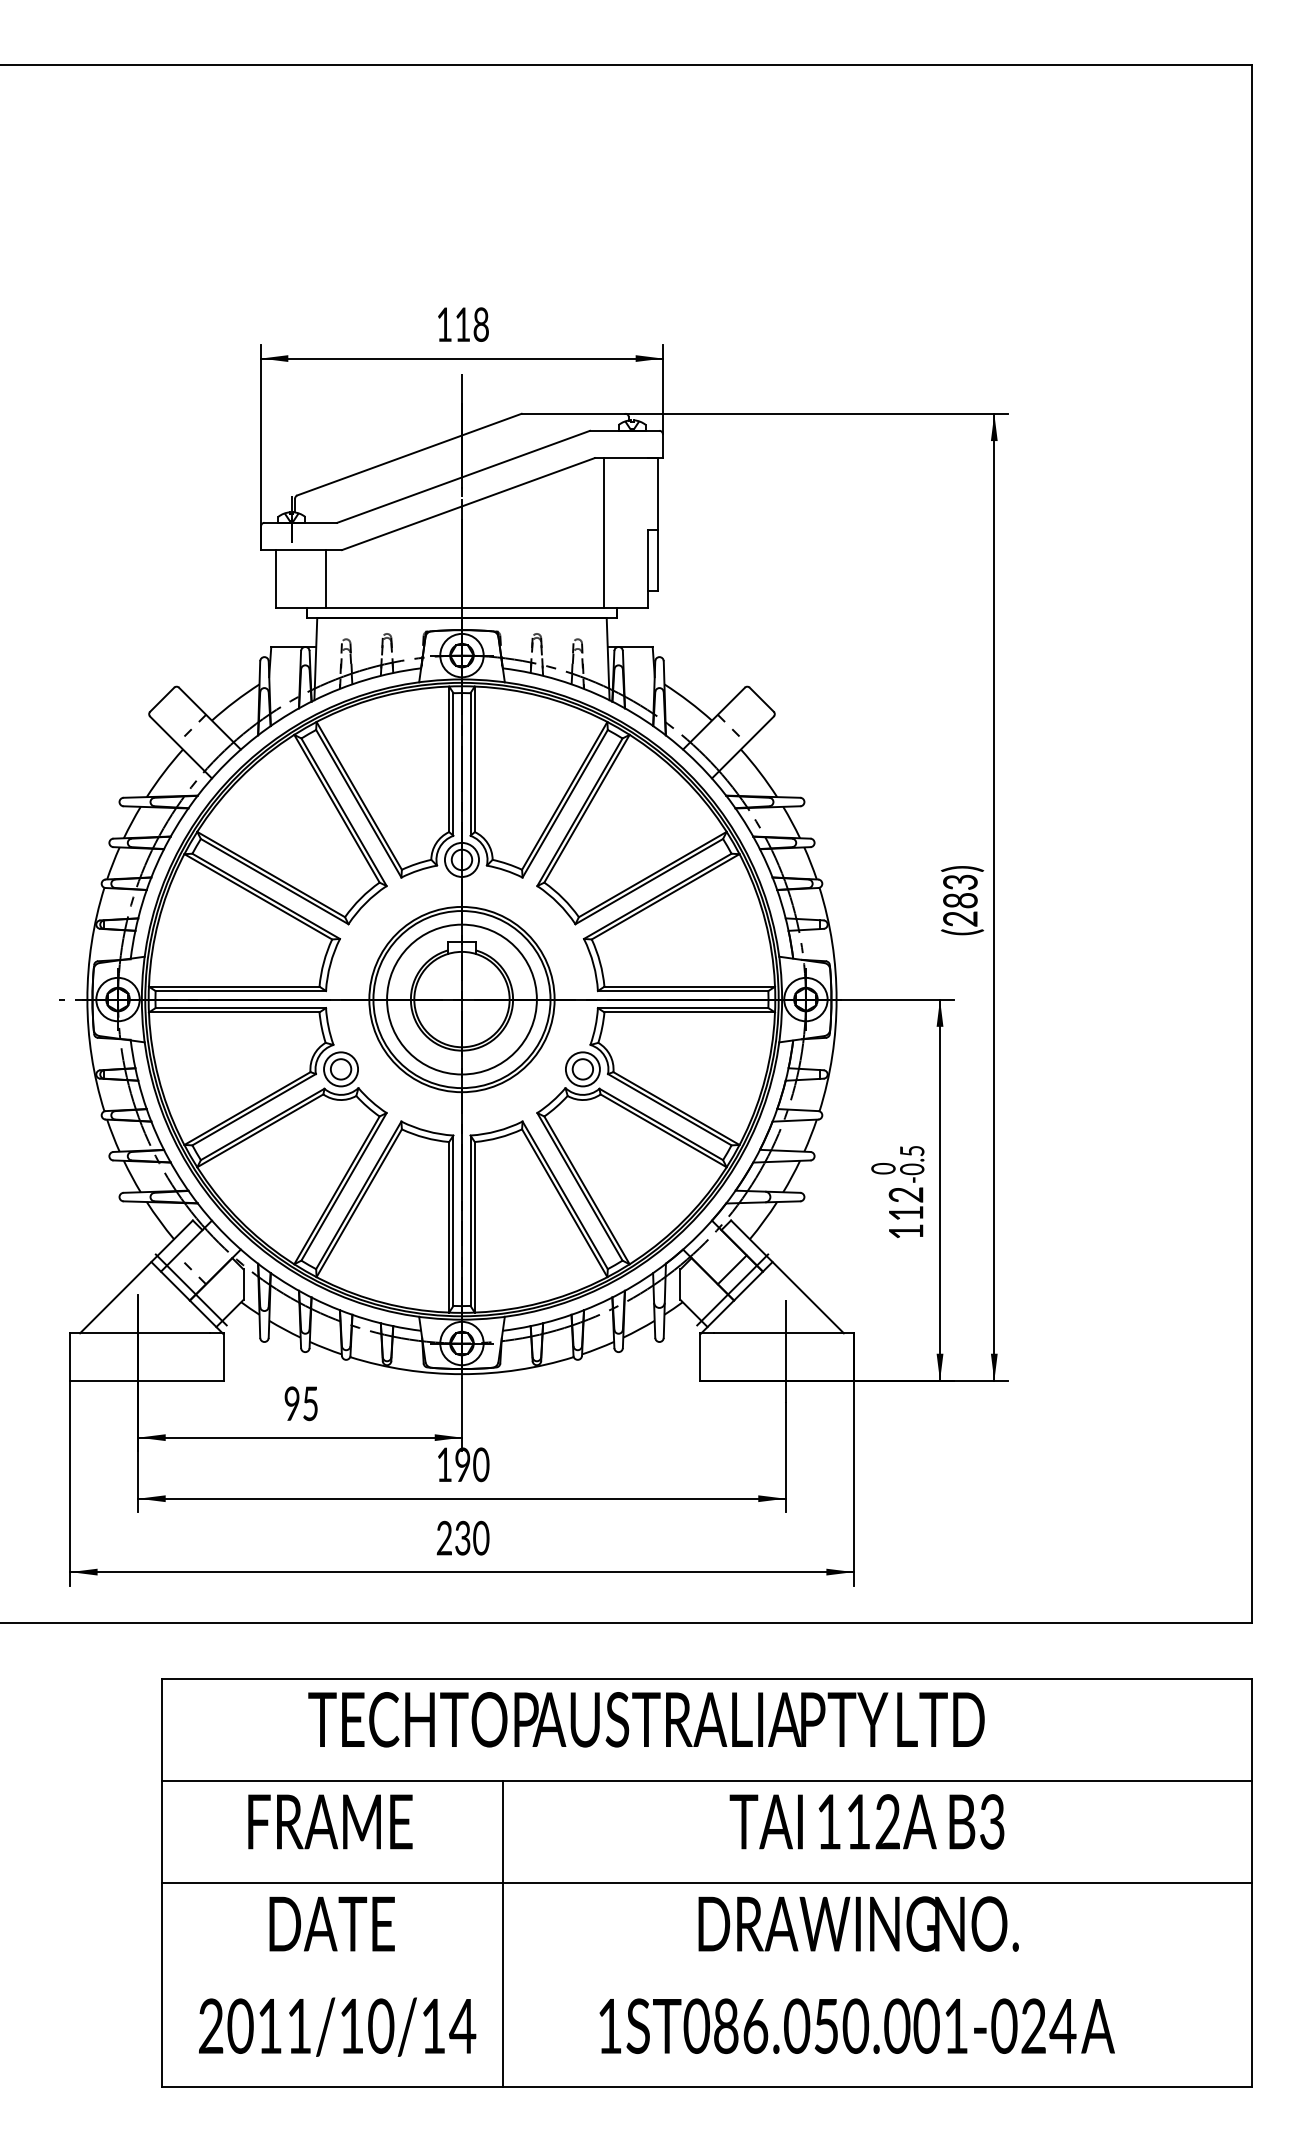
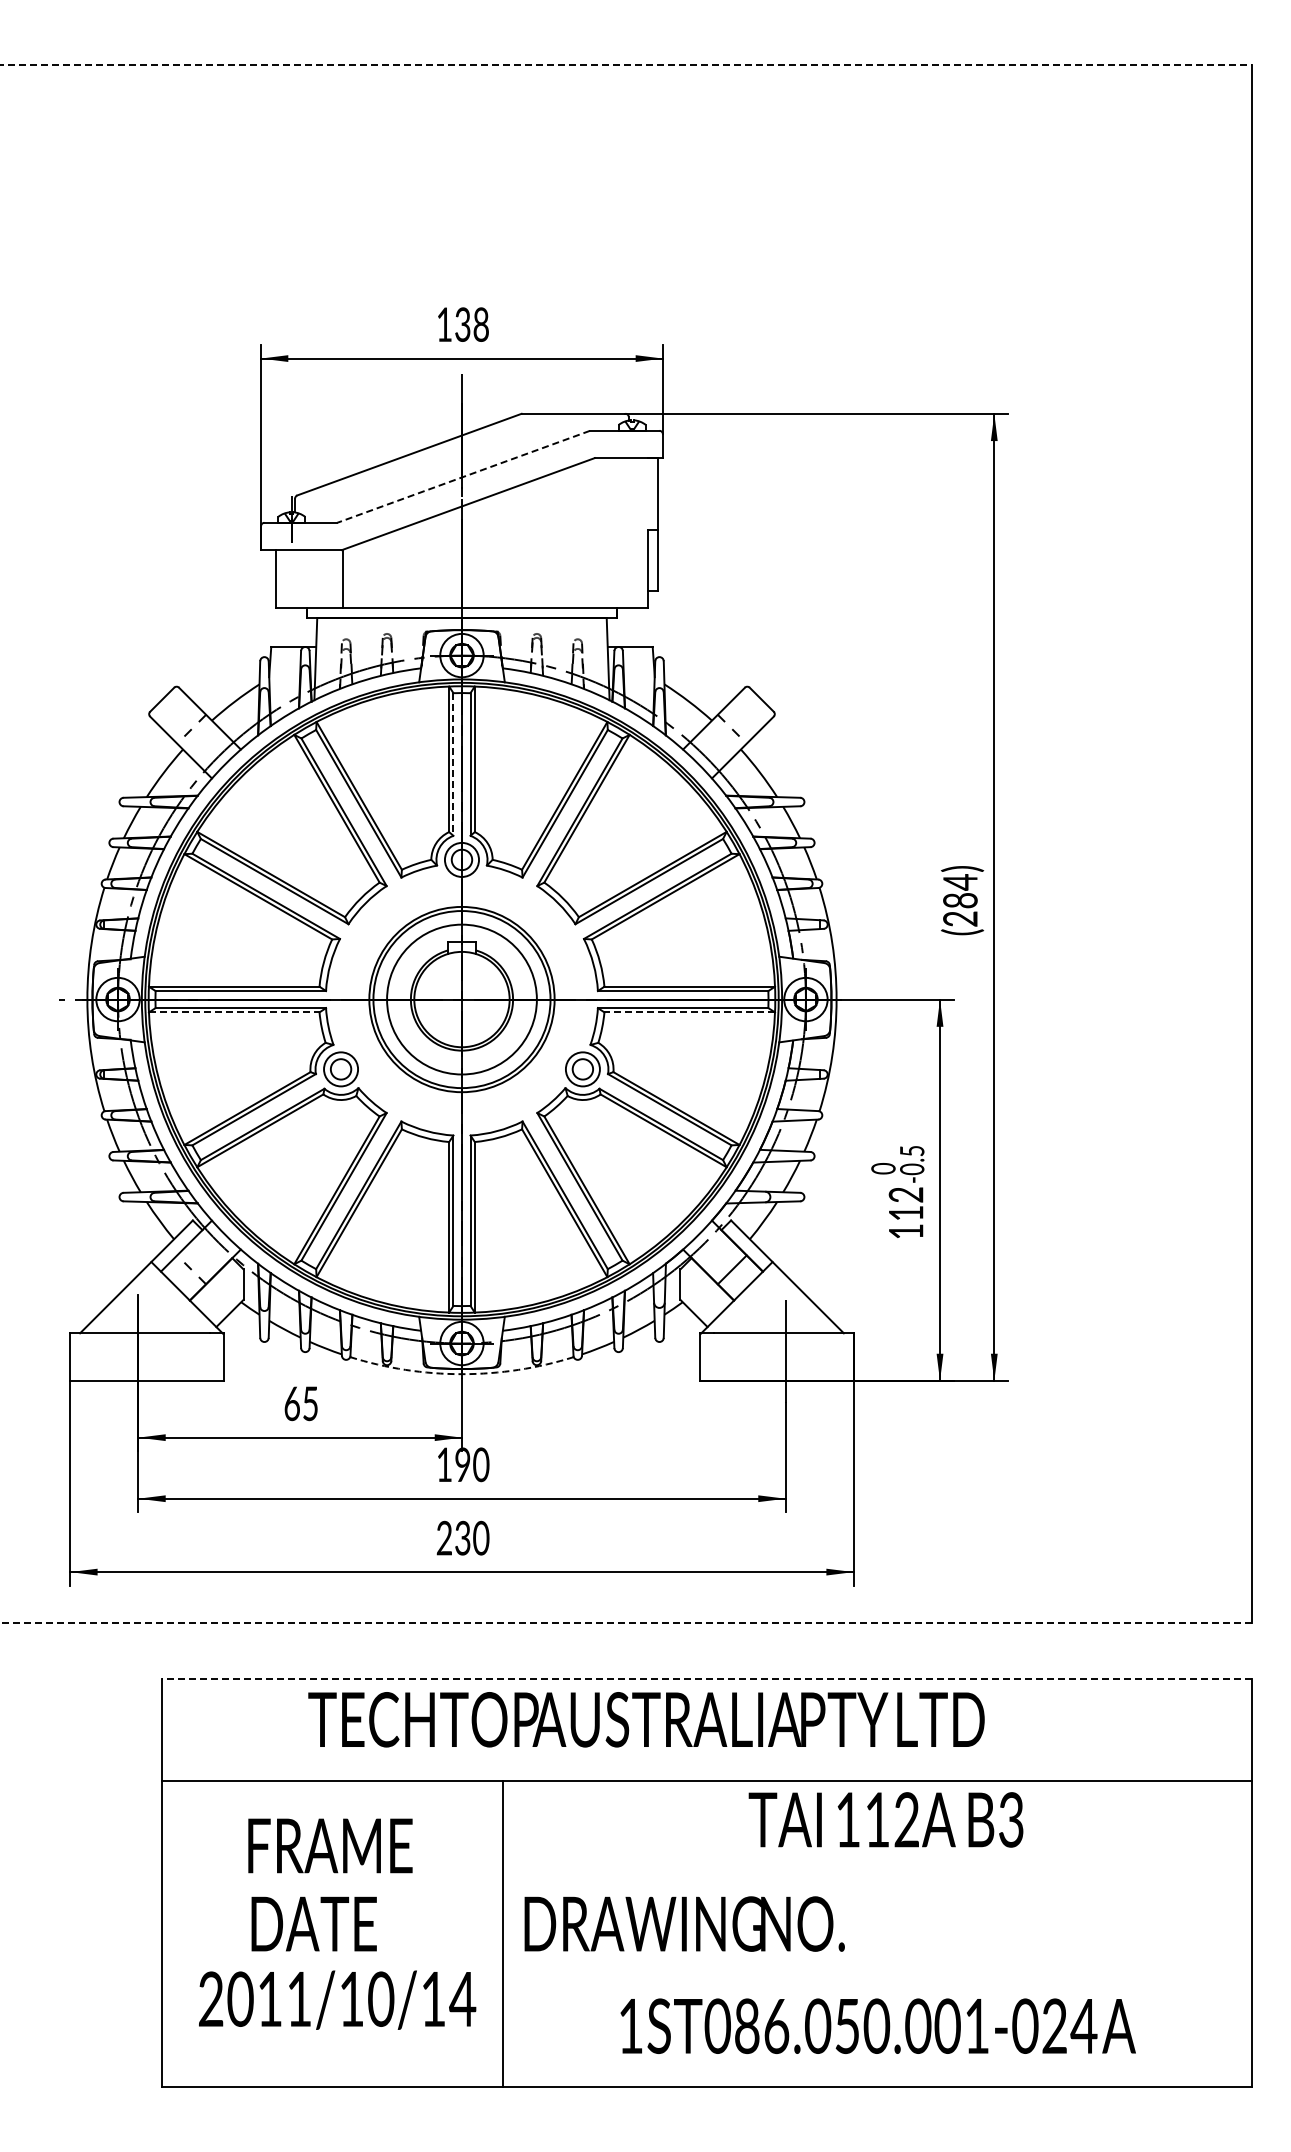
line at (626, 64): solid -> dashed
text at (462, 324): 118 -> 138
line at (463, 477): solid -> dashed
line at (604, 532): present -> none
line at (325, 578) position: (325, 578) -> (342, 578)
line at (453, 765): solid -> dashed
text at (960, 882): (283) -> (284)
line at (234, 1012): solid -> dashed
line at (689, 1012): solid -> dashed
line at (188, 1286): present -> none
line at (735, 1286): present -> none
arc at (461, 1374): solid -> dashed
text at (291, 1403): 95 -> 65
line at (626, 1623): solid -> dashed
line at (707, 1678): solid -> dashed
text at (330, 1821) position: (330, 1821) -> (330, 1845)
text at (866, 1821) position: (866, 1821) -> (885, 1819)
line at (707, 1883): present -> none
text at (331, 1923) position: (331, 1923) -> (313, 1923)
text at (858, 1923) position: (858, 1923) -> (684, 1923)
text at (856, 2025) position: (856, 2025) -> (877, 2025)
text at (337, 2026) position: (337, 2026) -> (337, 1999)
